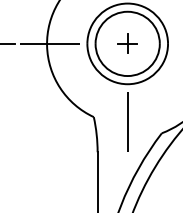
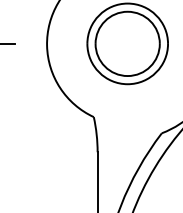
line at (49, 43): present -> none
part at (127, 43): present -> none
line at (127, 121): present -> none
